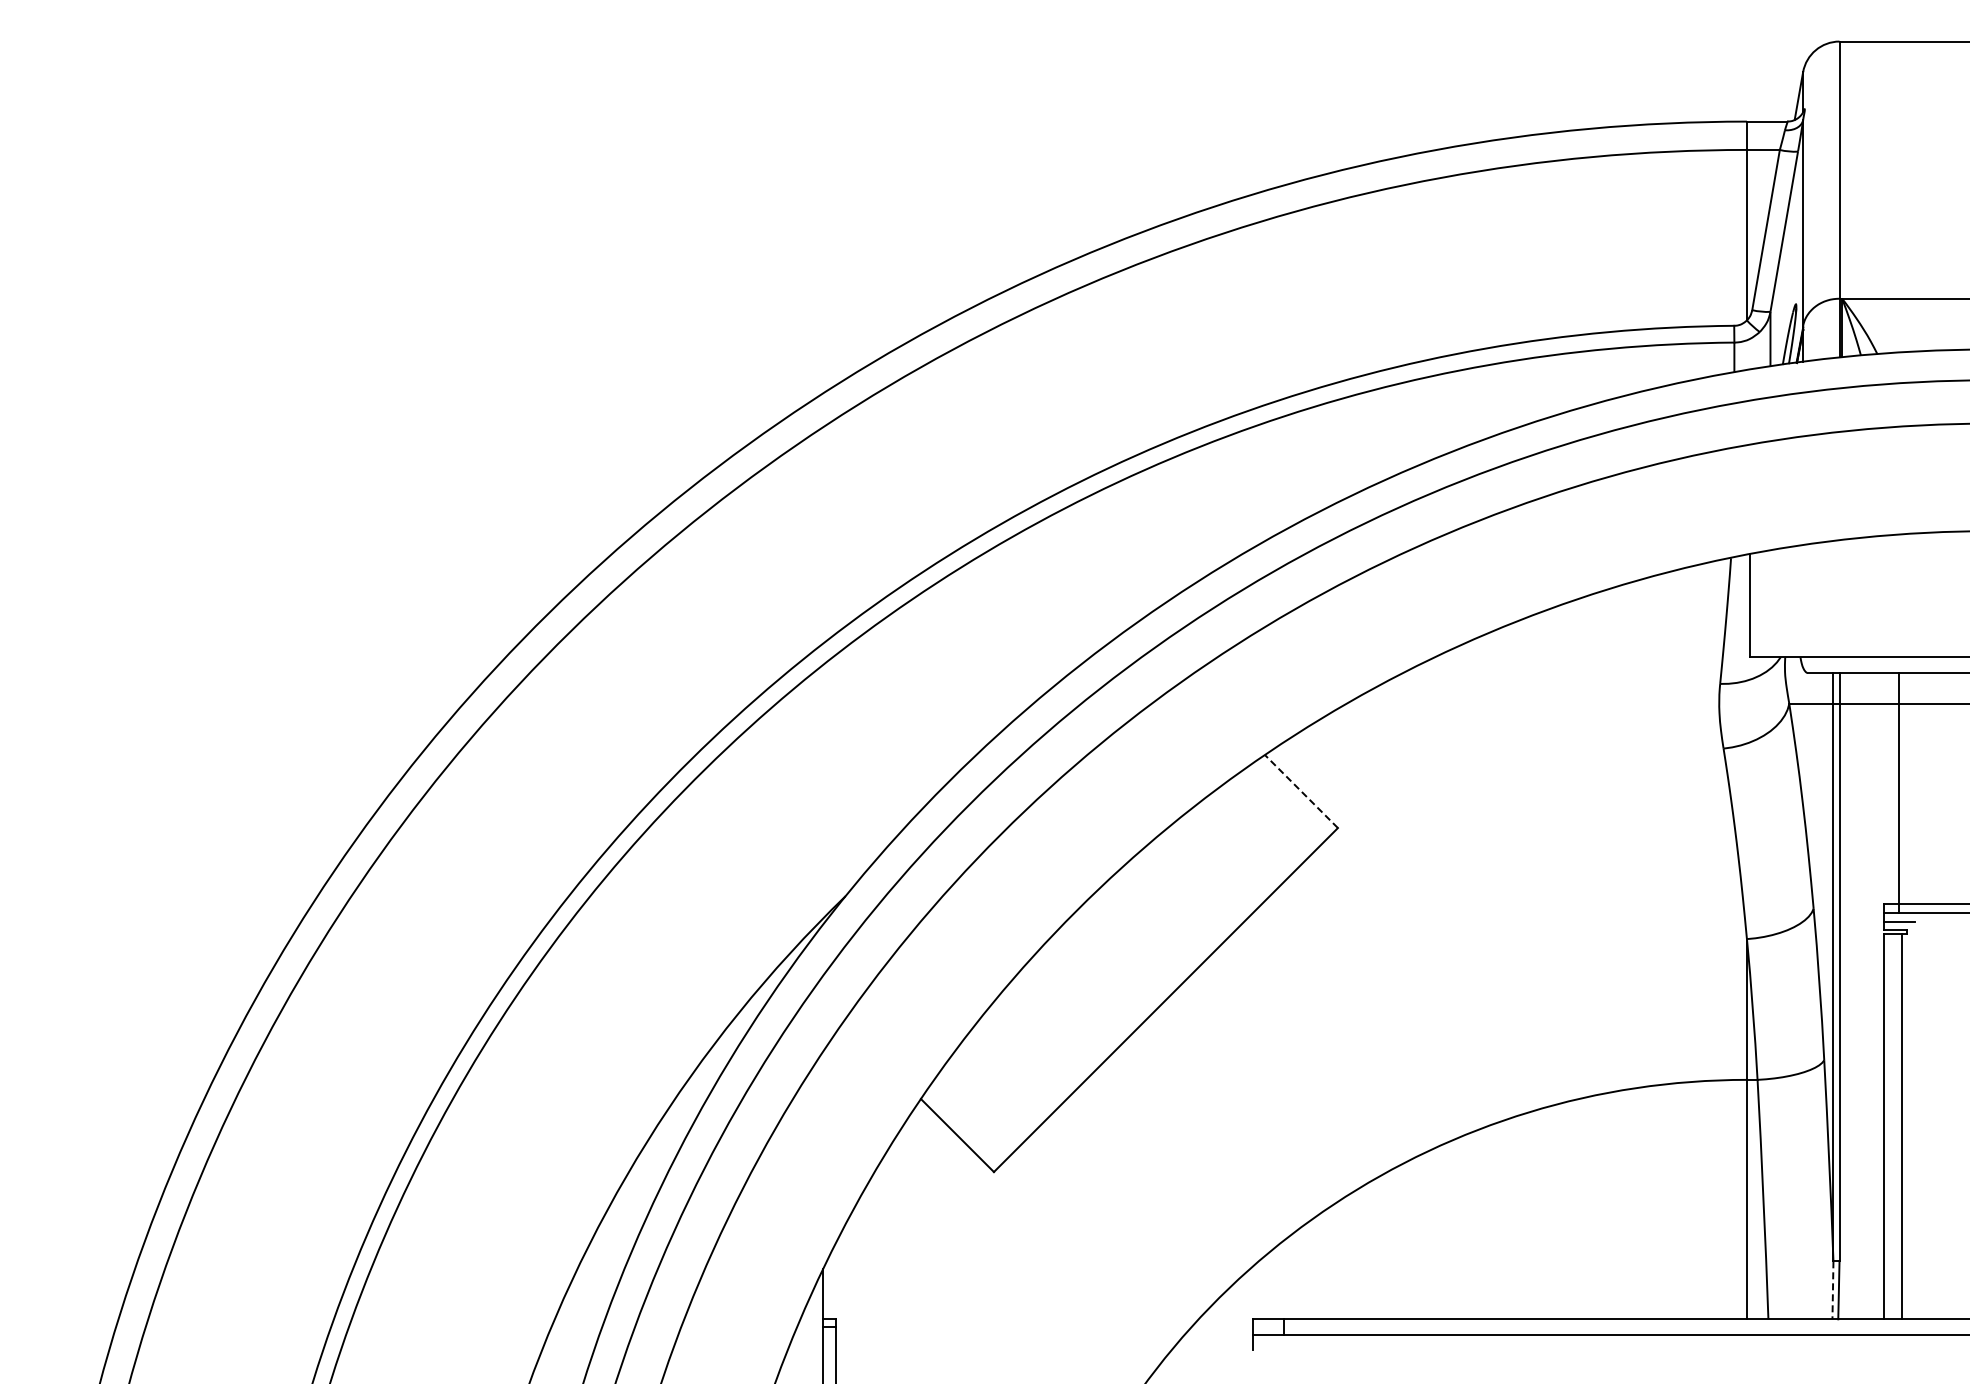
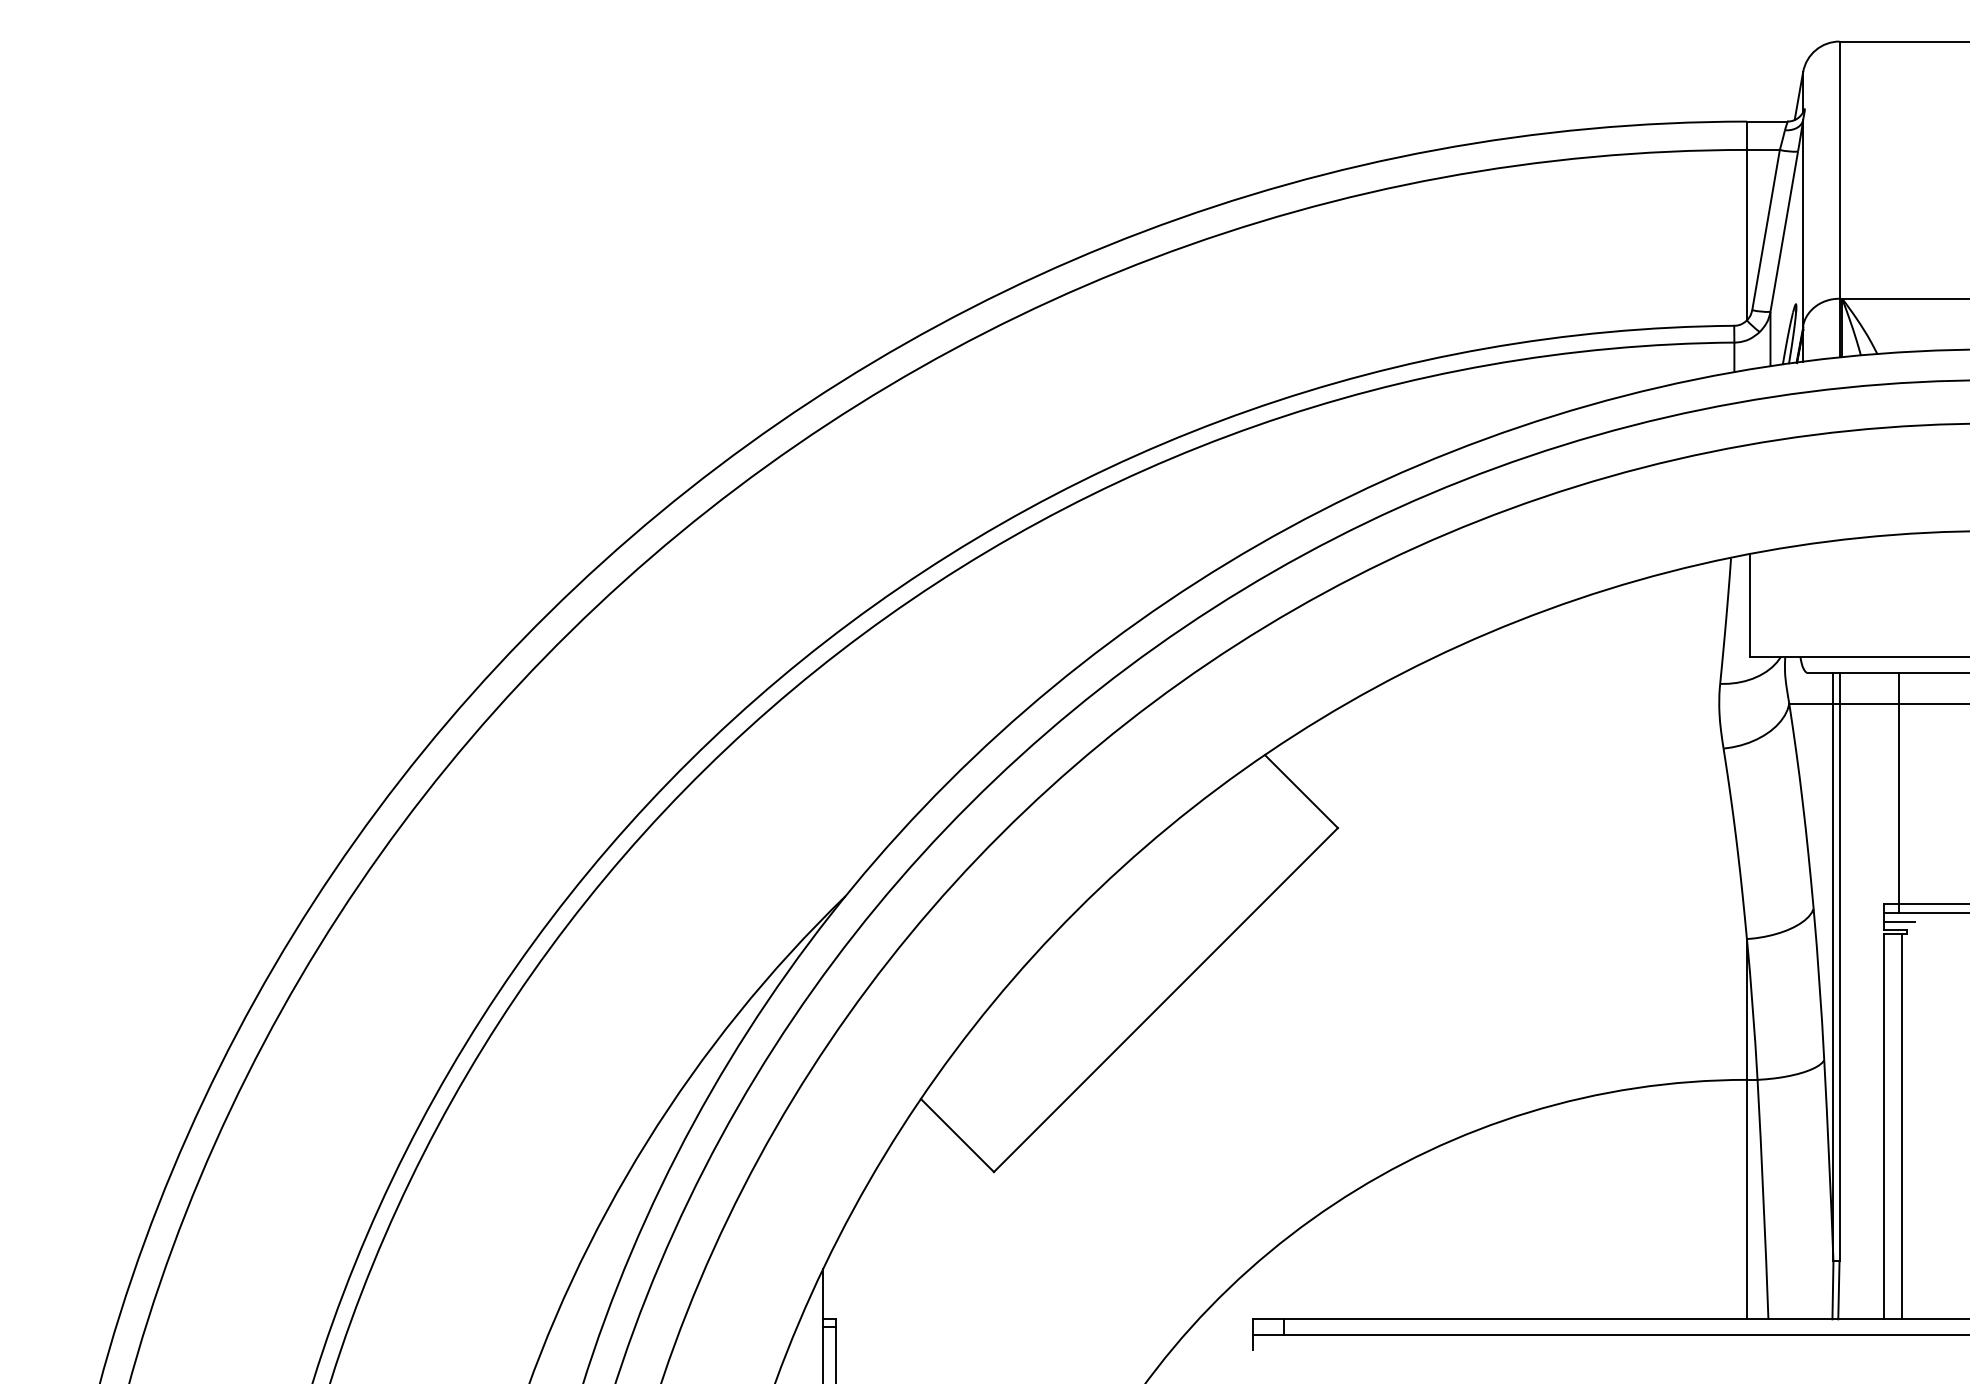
line at (1301, 791): dashed -> solid
line at (1832, 1290): dashed -> solid
